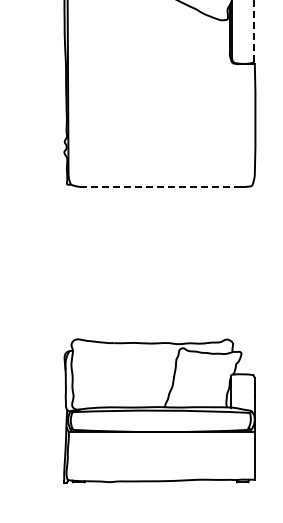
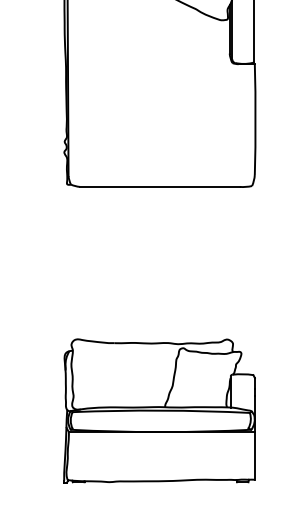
line at (254, 31): dashed -> solid
line at (159, 186): dashed -> solid
